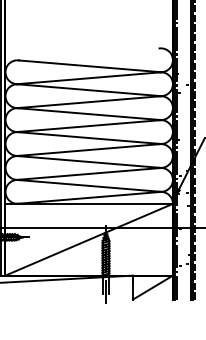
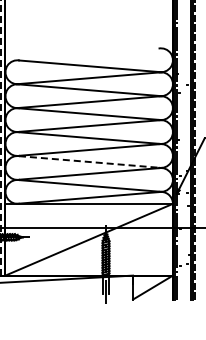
line at (0, 138): solid -> dashed
line at (90, 162): solid -> dashed
